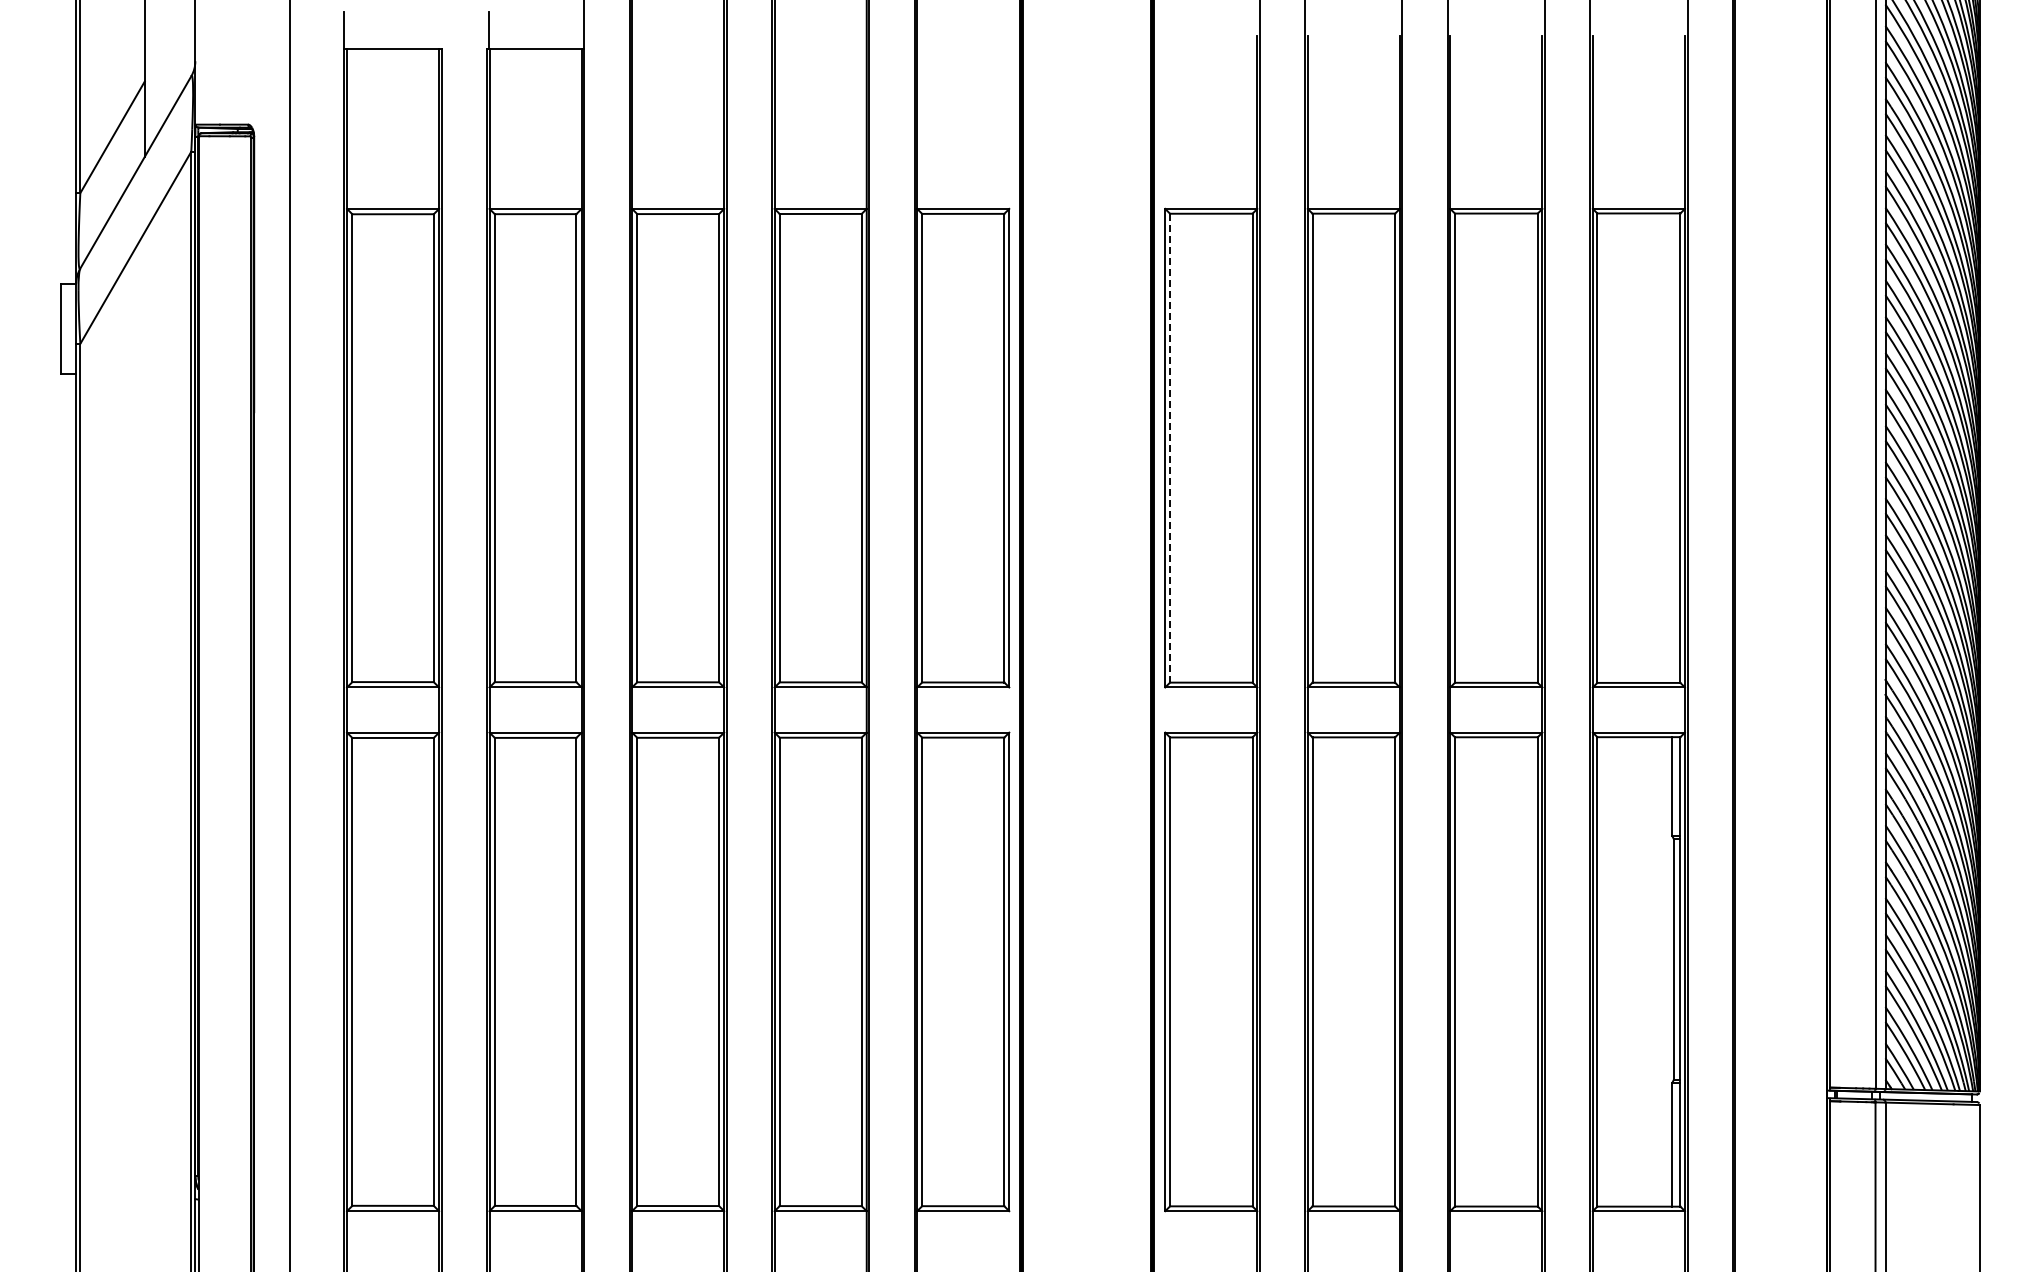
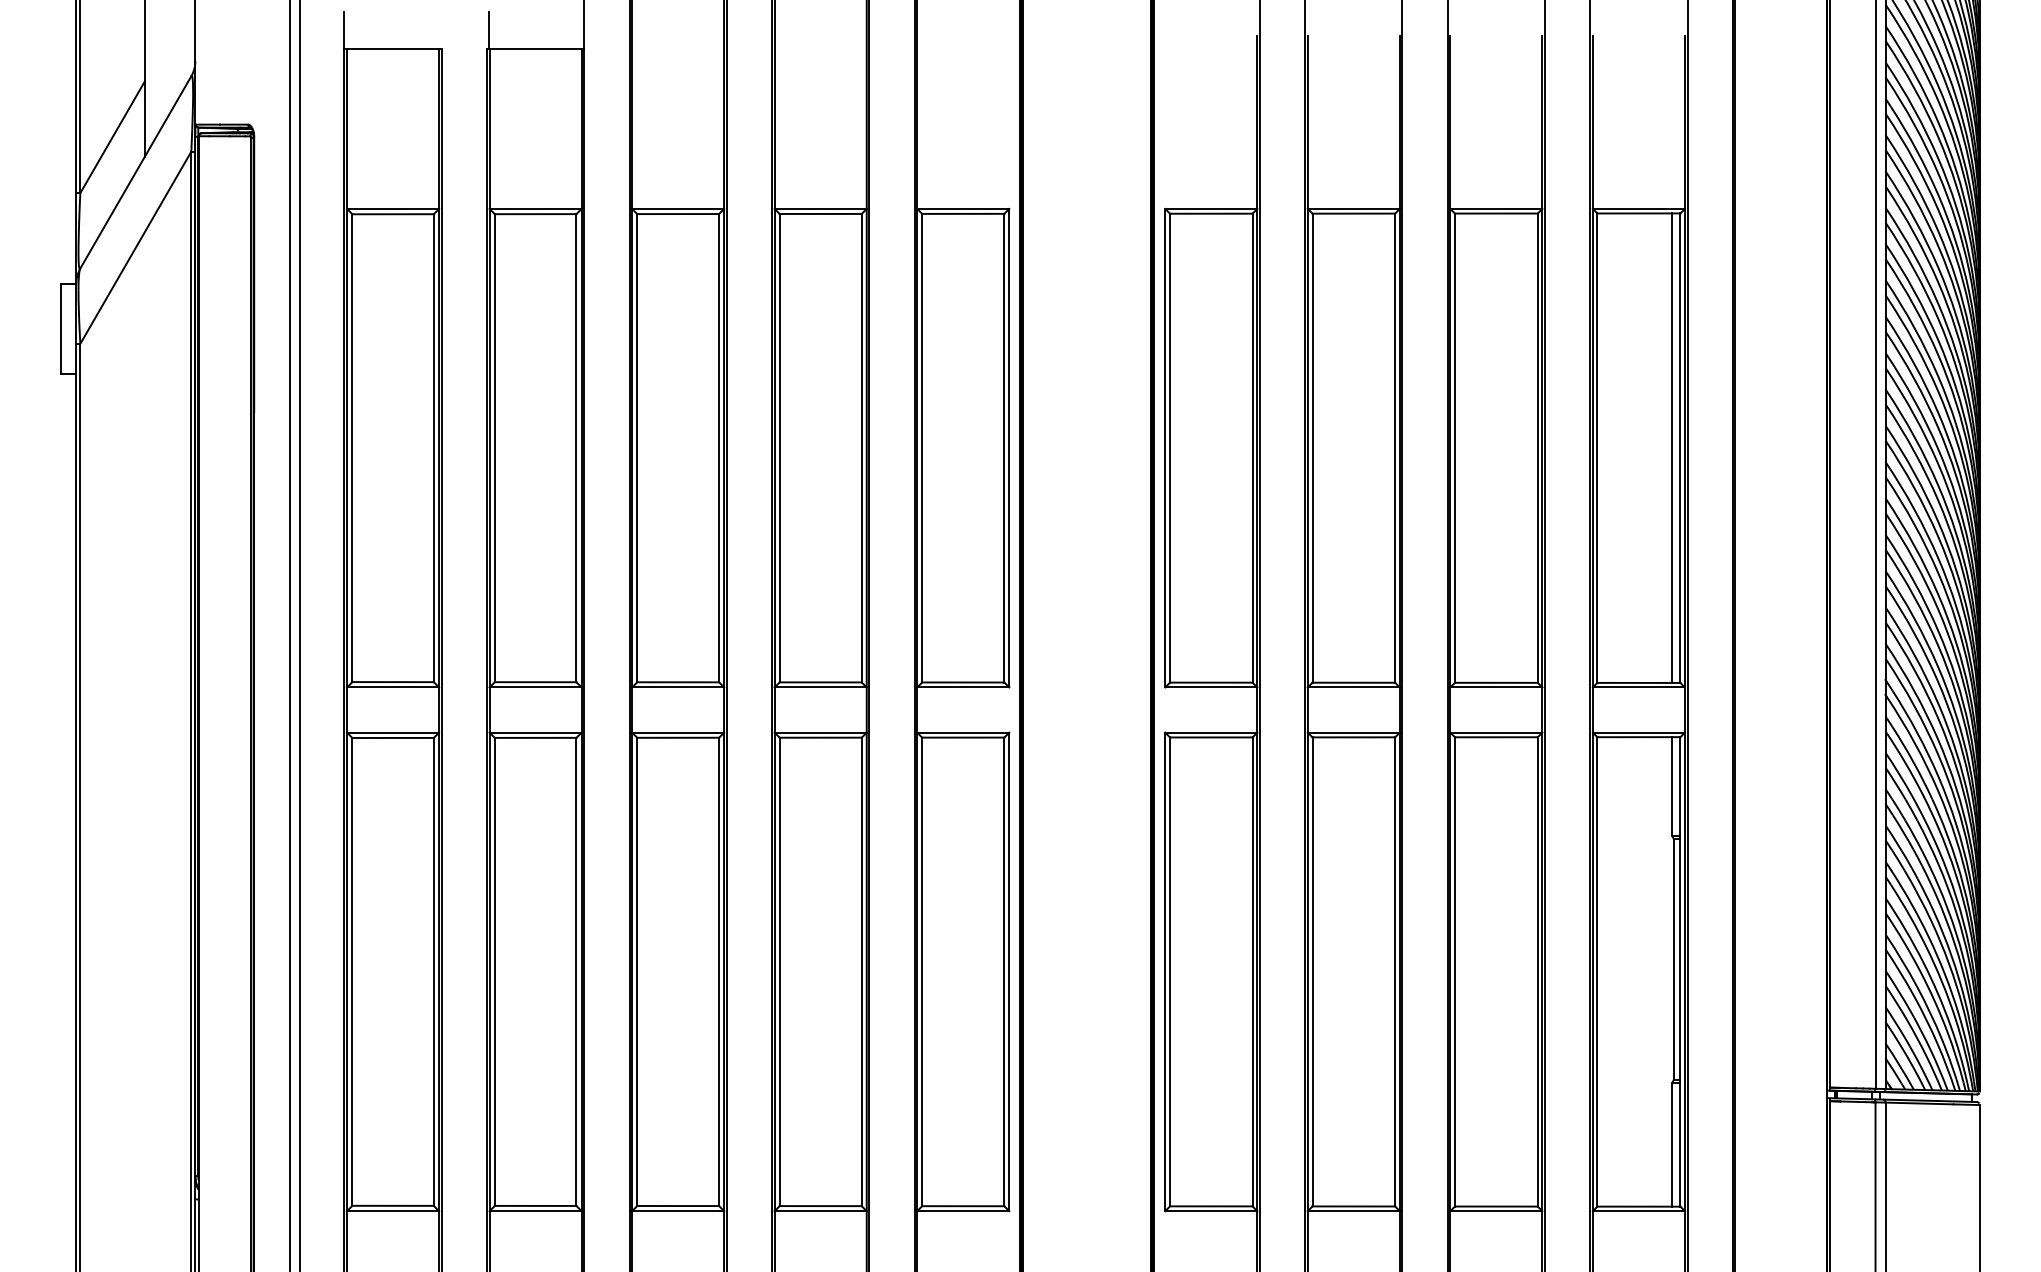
line at (1672, 447): none -> present
line at (1170, 448): dashed -> solid
line at (299, 635): none -> present
